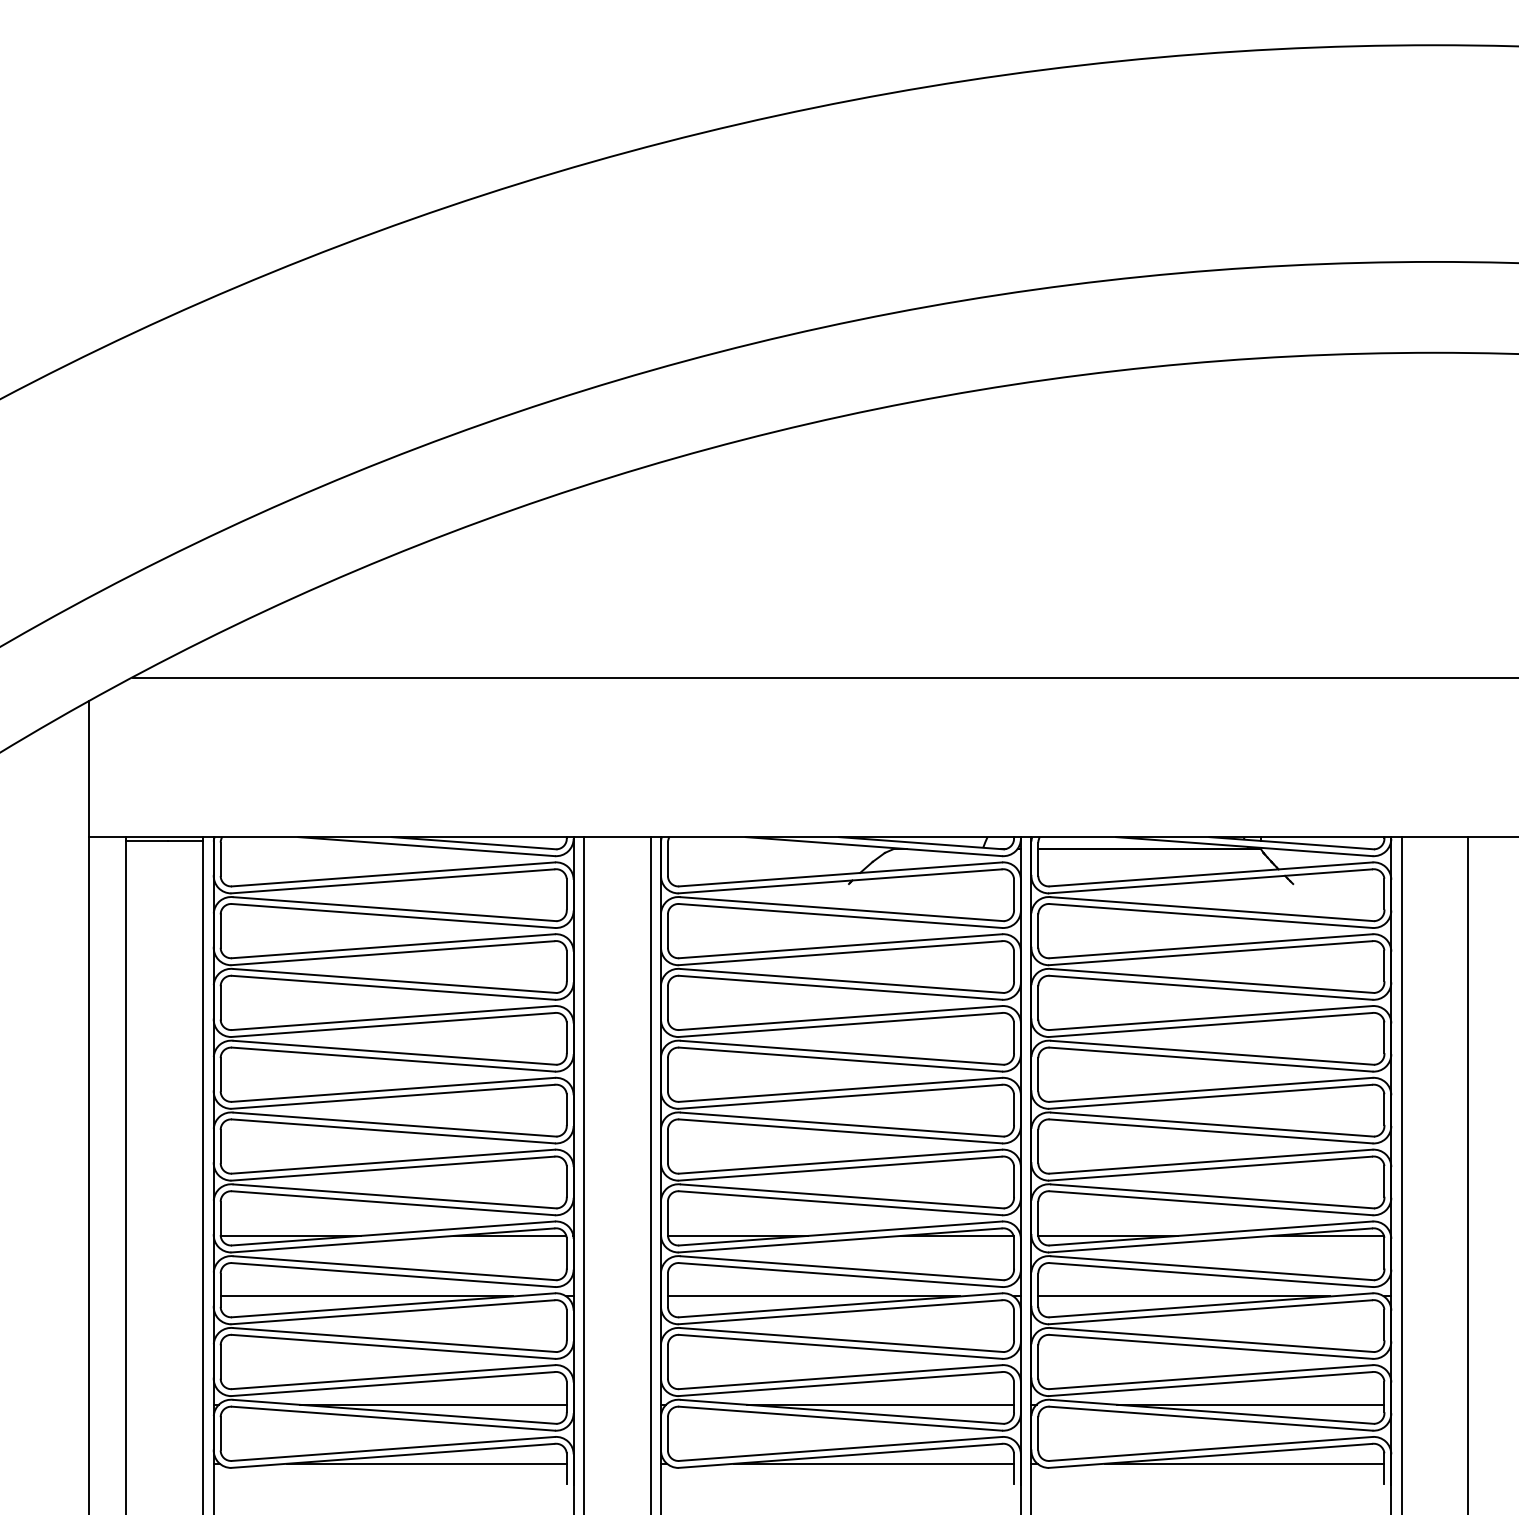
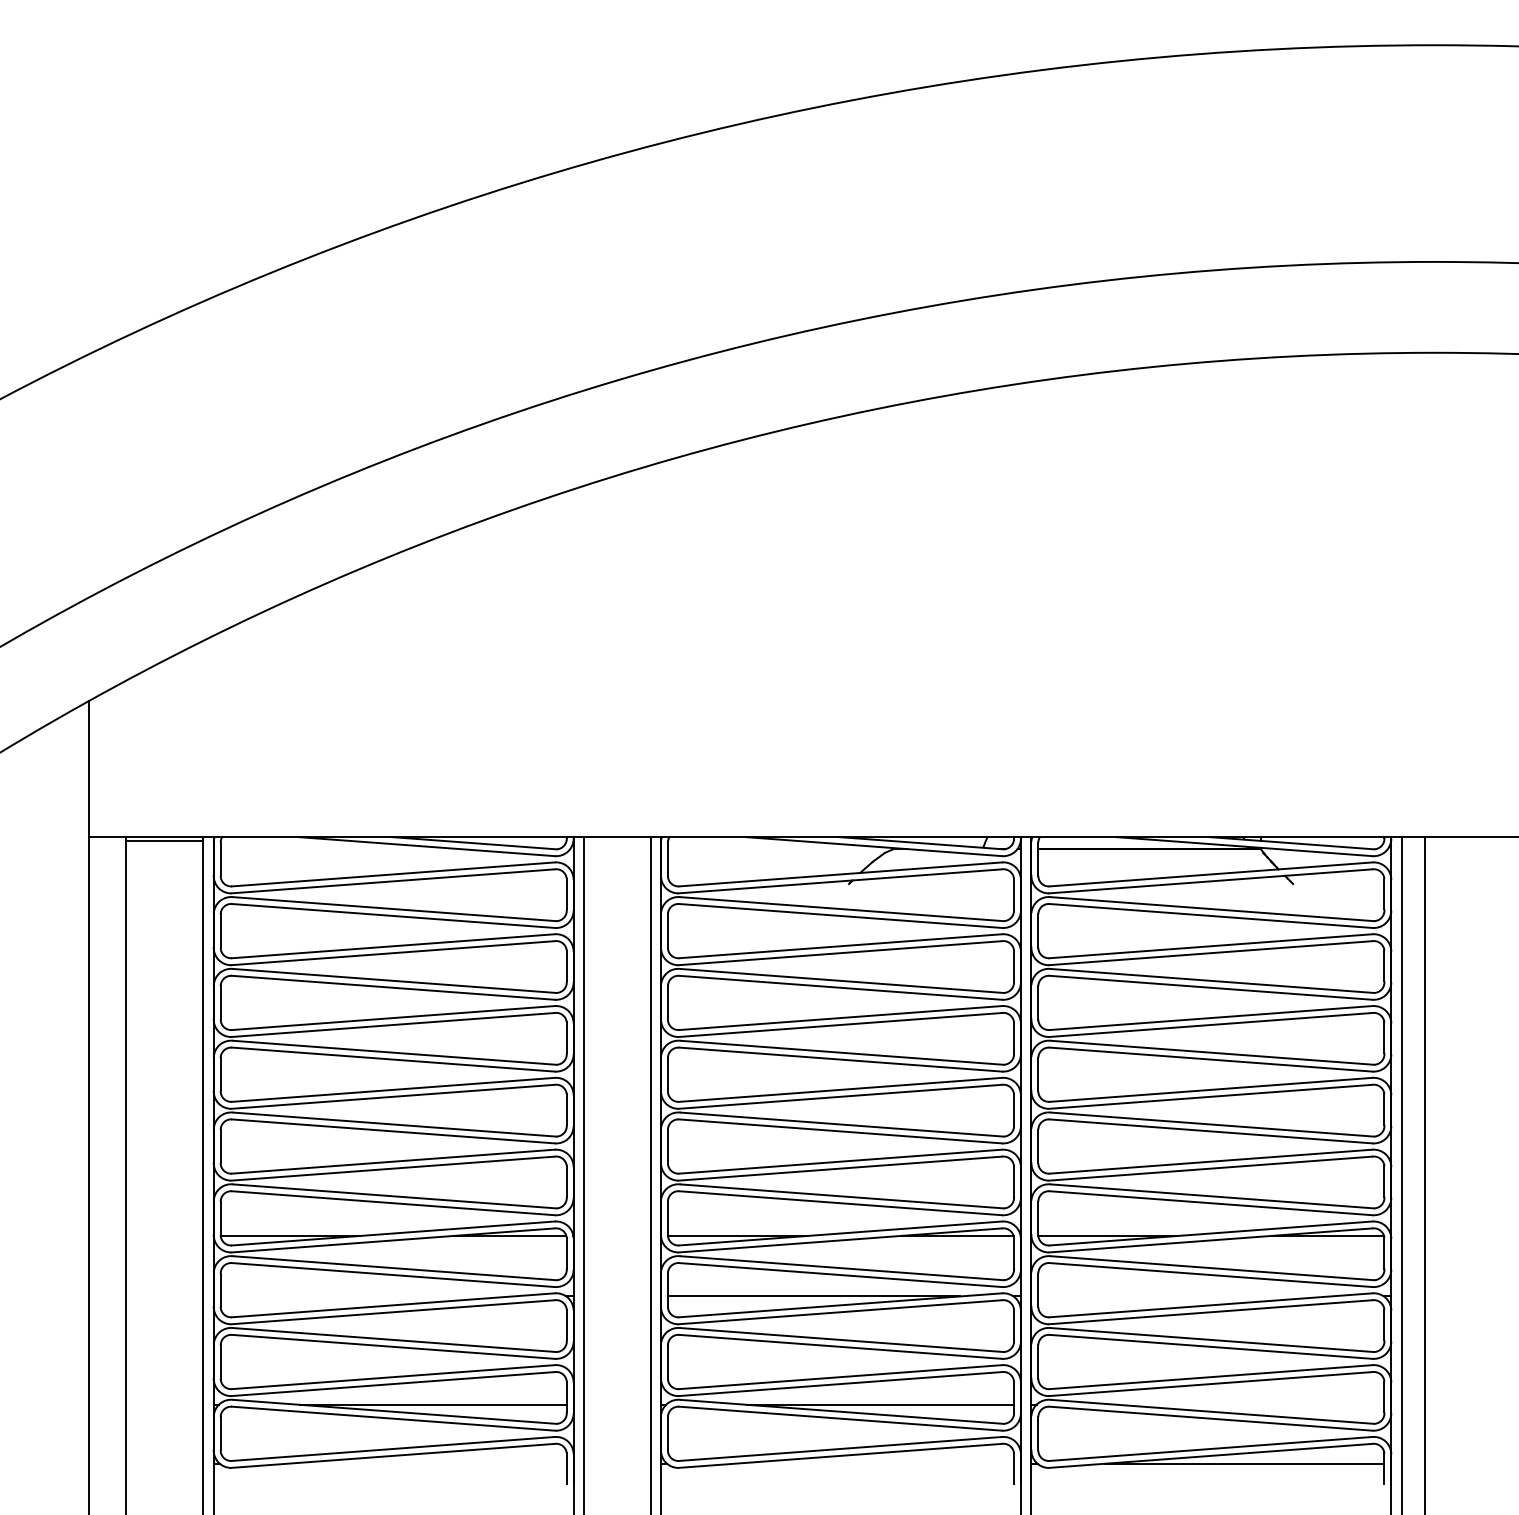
line at (823, 677): present -> none
line at (1468, 1174) position: (1468, 1174) -> (1425, 1174)
line at (366, 1296): present -> none
line at (1184, 1296): present -> none
line at (1250, 1404): present -> none
line at (426, 1463): present -> none
line at (874, 1463): present -> none
